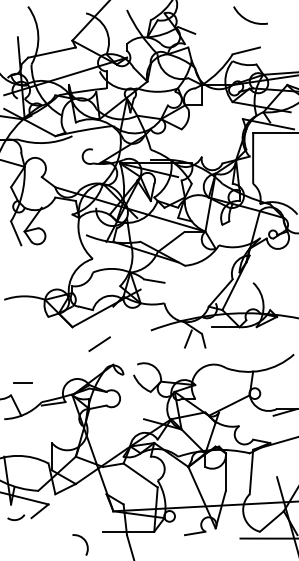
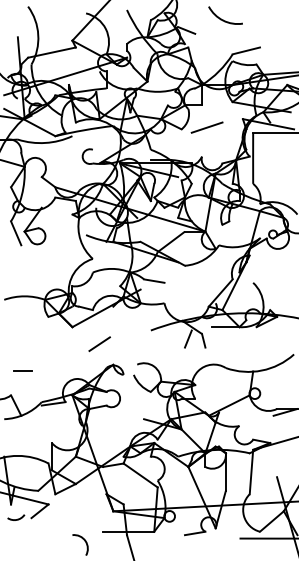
arc at (248, 19) position: (248, 19) -> (223, 19)
line at (206, 127): none -> present
line at (22, 382) position: (22, 382) -> (22, 370)
